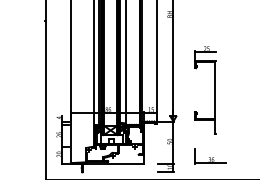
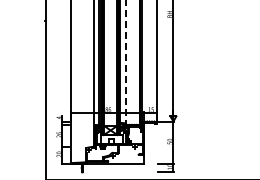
line at (125, 62): solid -> dashed
part at (214, 90): present -> none
part at (210, 156): present -> none
